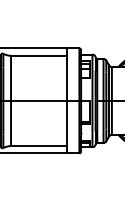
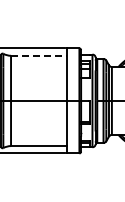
line at (38, 55): solid -> dashed
